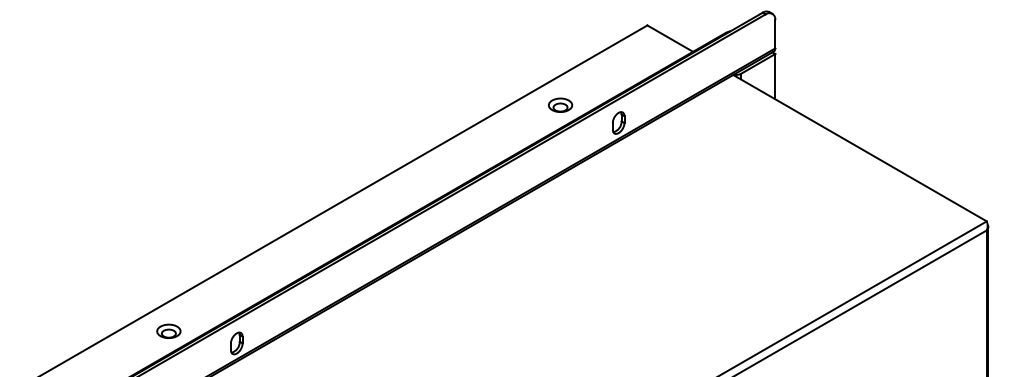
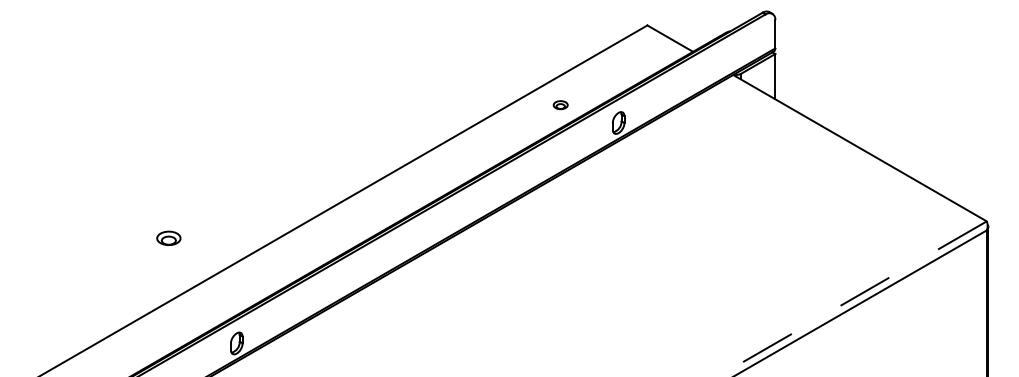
part at (560, 104) size: 26x16 px -> 17x11 px
line at (851, 299): solid -> dashed
part at (168, 330) position: (168, 330) -> (168, 237)
